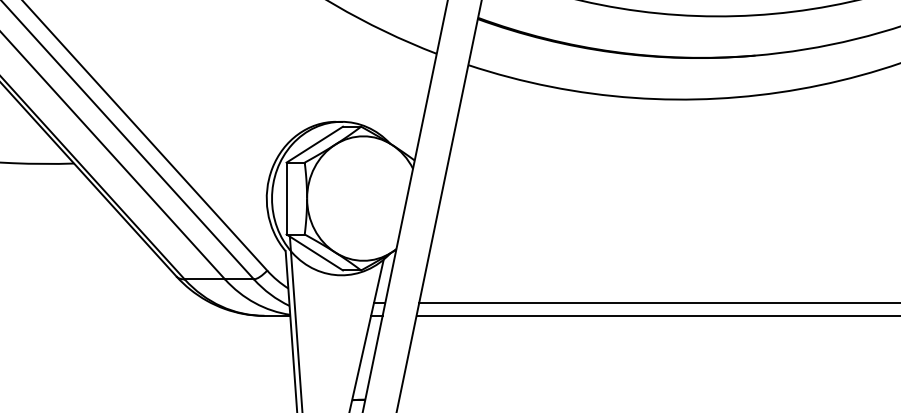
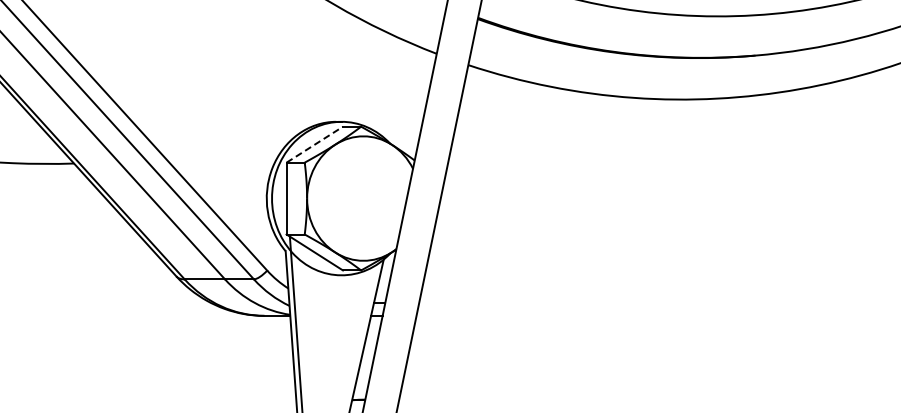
line at (315, 144): solid -> dashed
line at (658, 303): present -> none
line at (656, 315): present -> none
